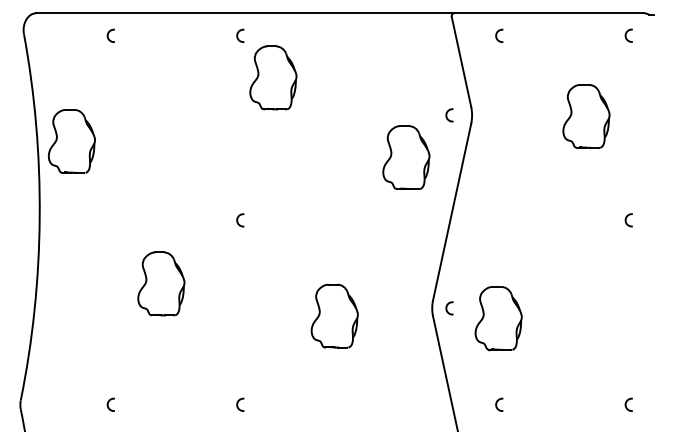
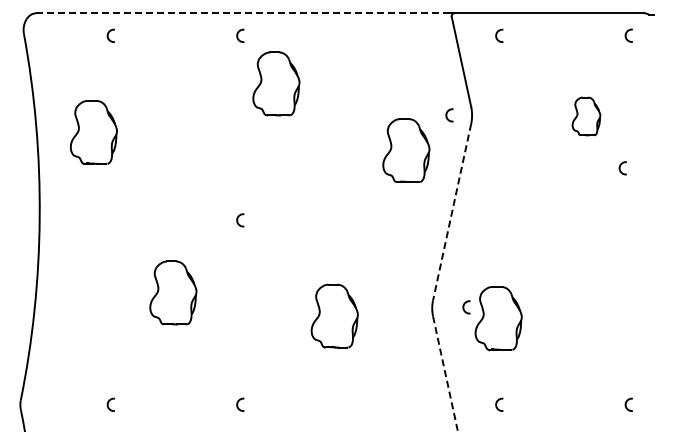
line at (243, 13): solid -> dashed
part at (273, 77) position: (273, 77) -> (276, 83)
part at (586, 116) size: 49x65 px -> 31x41 px
part at (71, 141) position: (71, 141) -> (93, 132)
part at (406, 157) position: (406, 157) -> (406, 150)
line at (452, 212): solid -> dashed
arc at (626, 220) position: (626, 220) -> (620, 168)
part at (161, 283) position: (161, 283) -> (173, 292)
arc at (447, 308) position: (447, 308) -> (464, 307)
line at (445, 373): solid -> dashed
